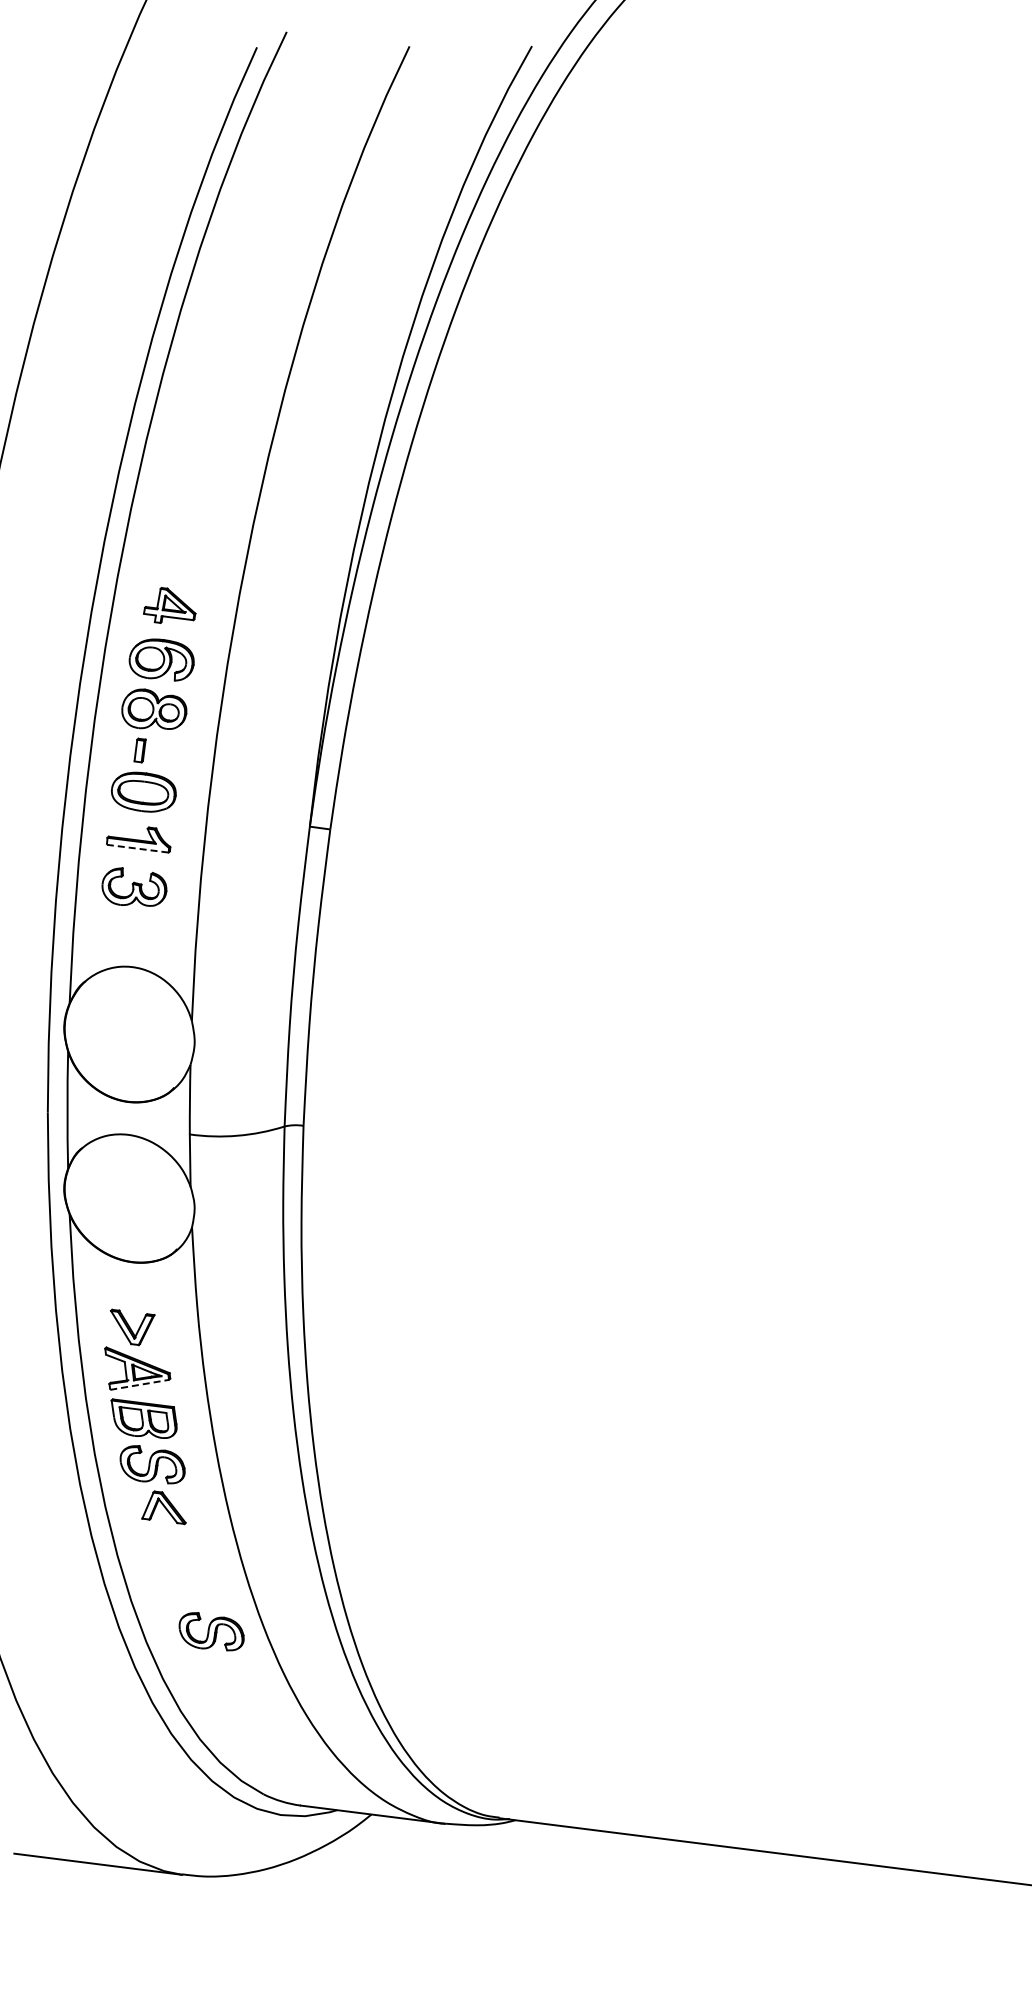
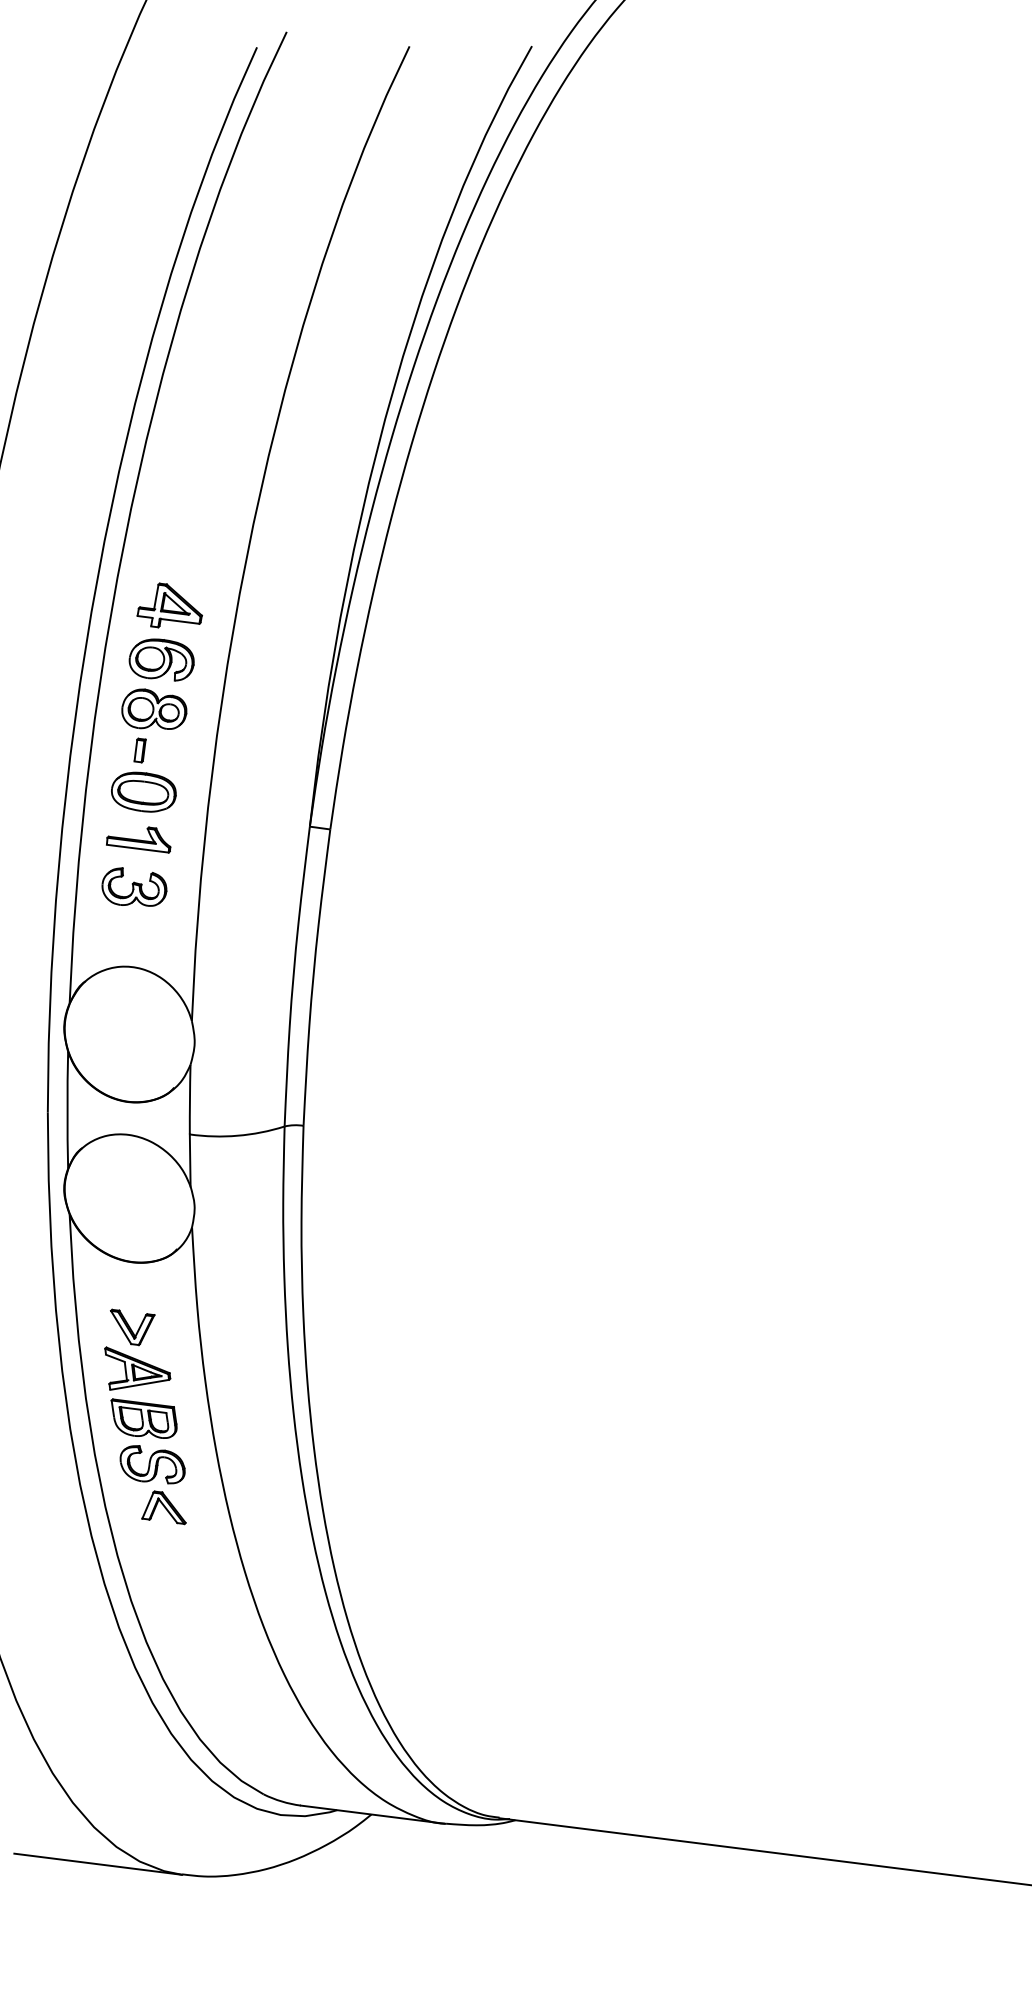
part at (169, 605) size: 54x37 px -> 67x47 px
line at (138, 848): dashed -> solid
line at (139, 1384): dashed -> solid
part at (211, 1631): present -> none
